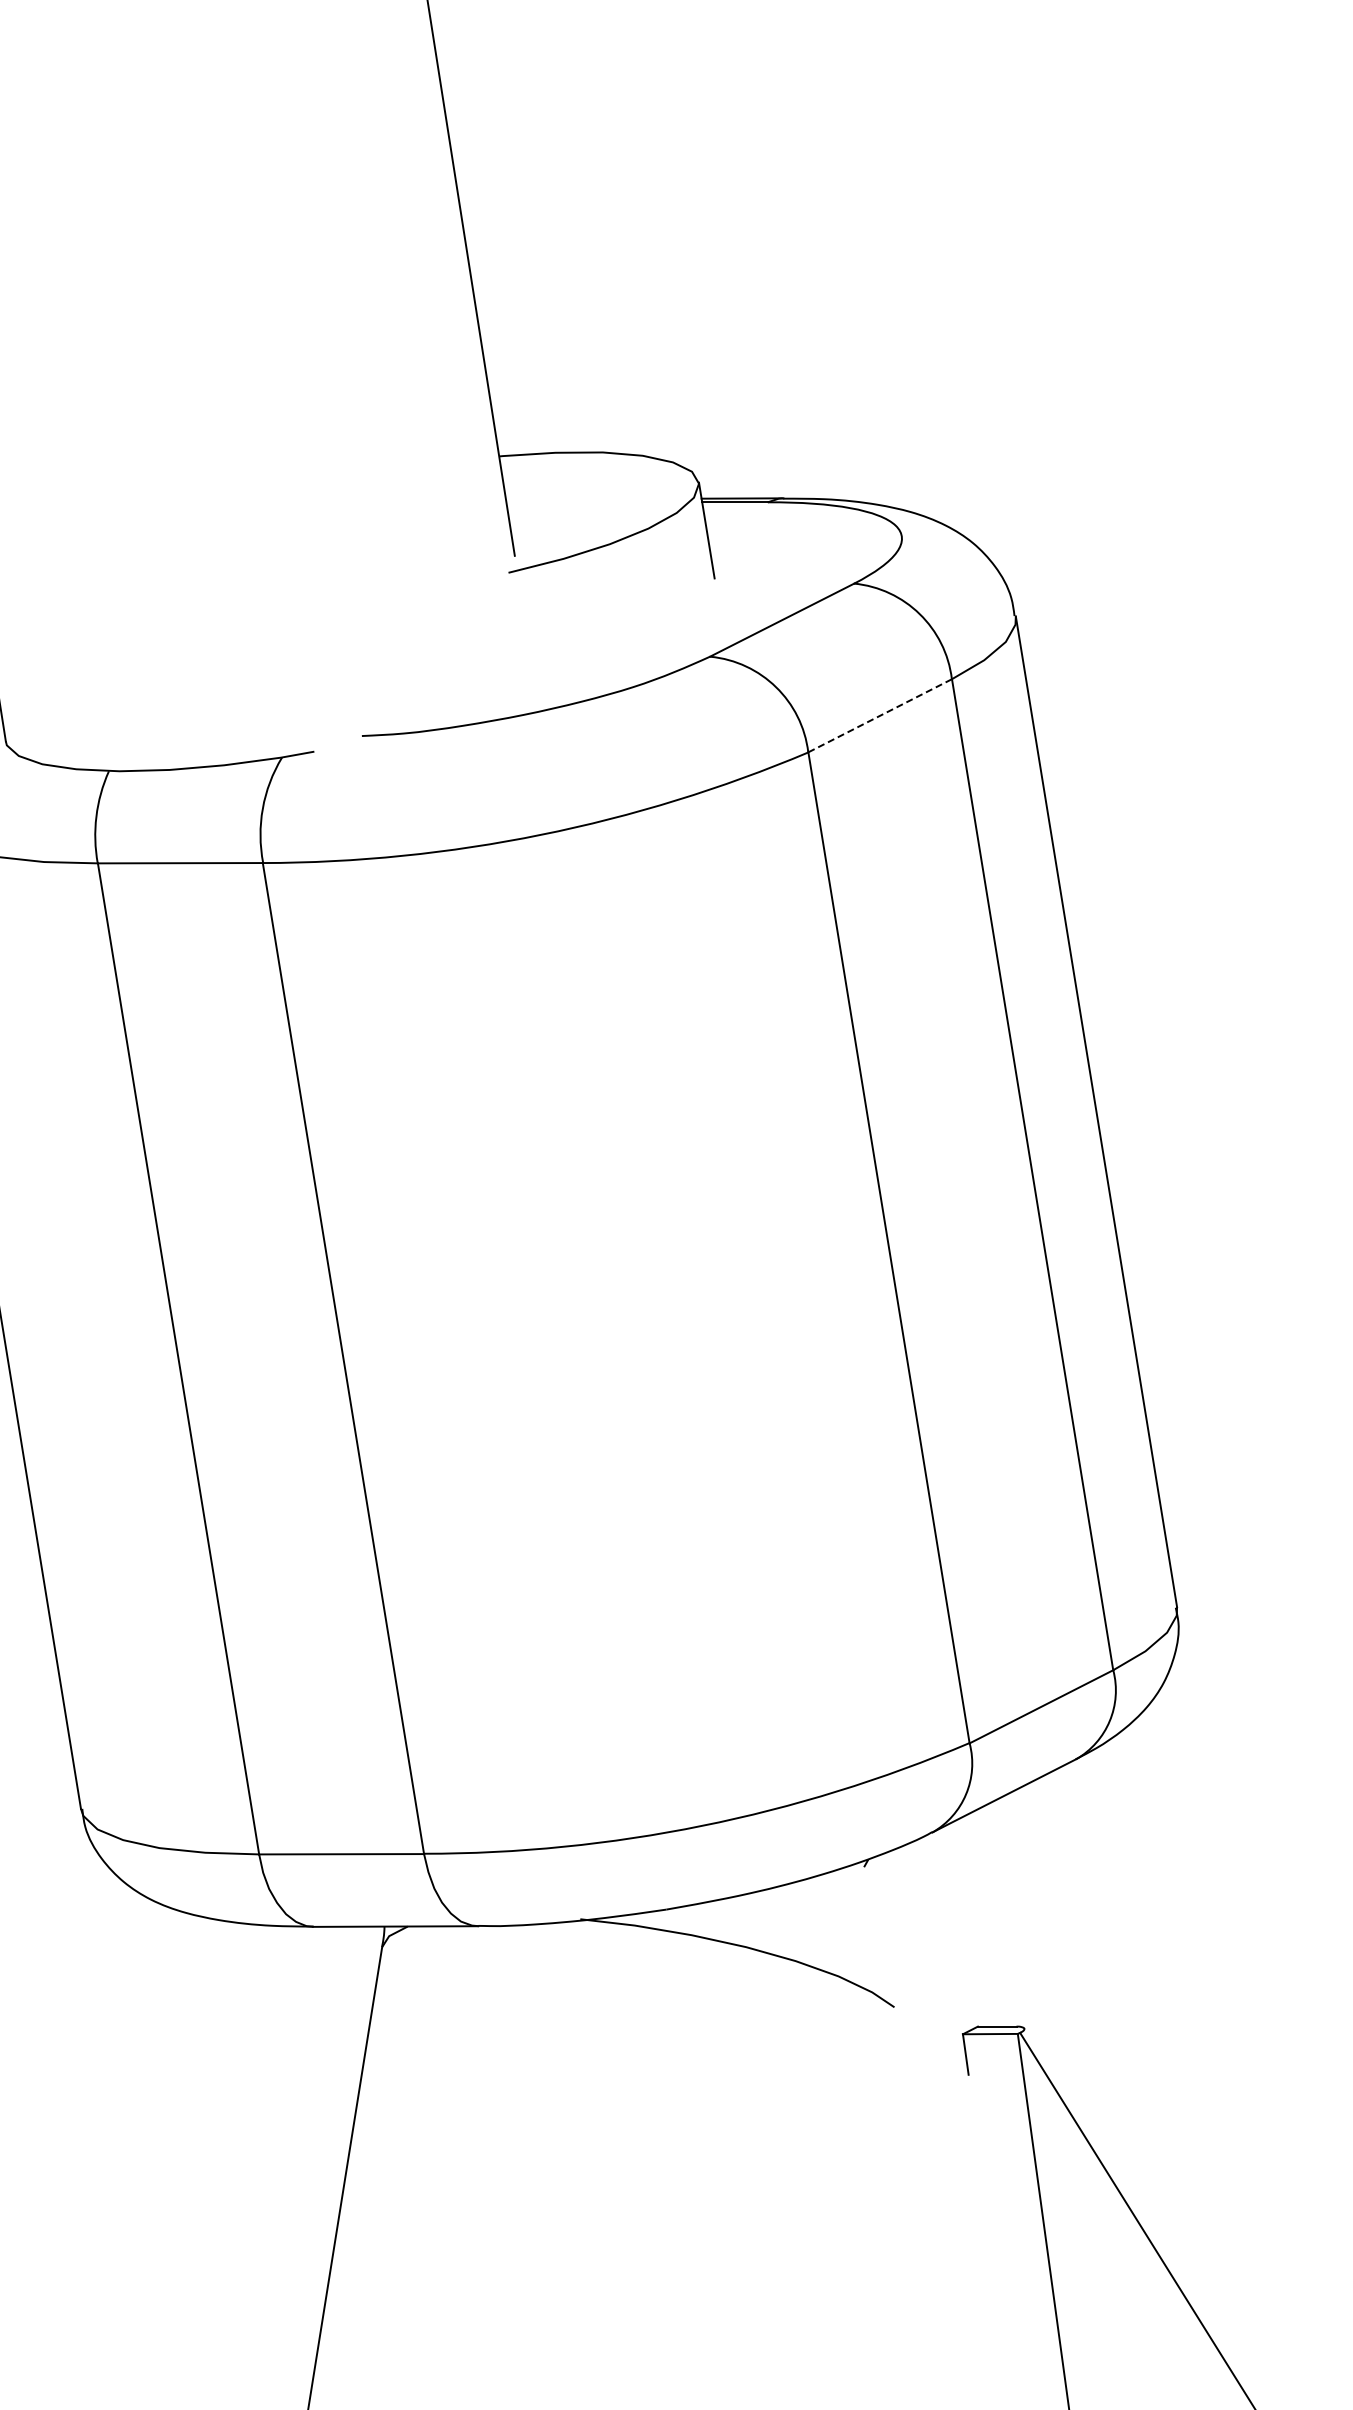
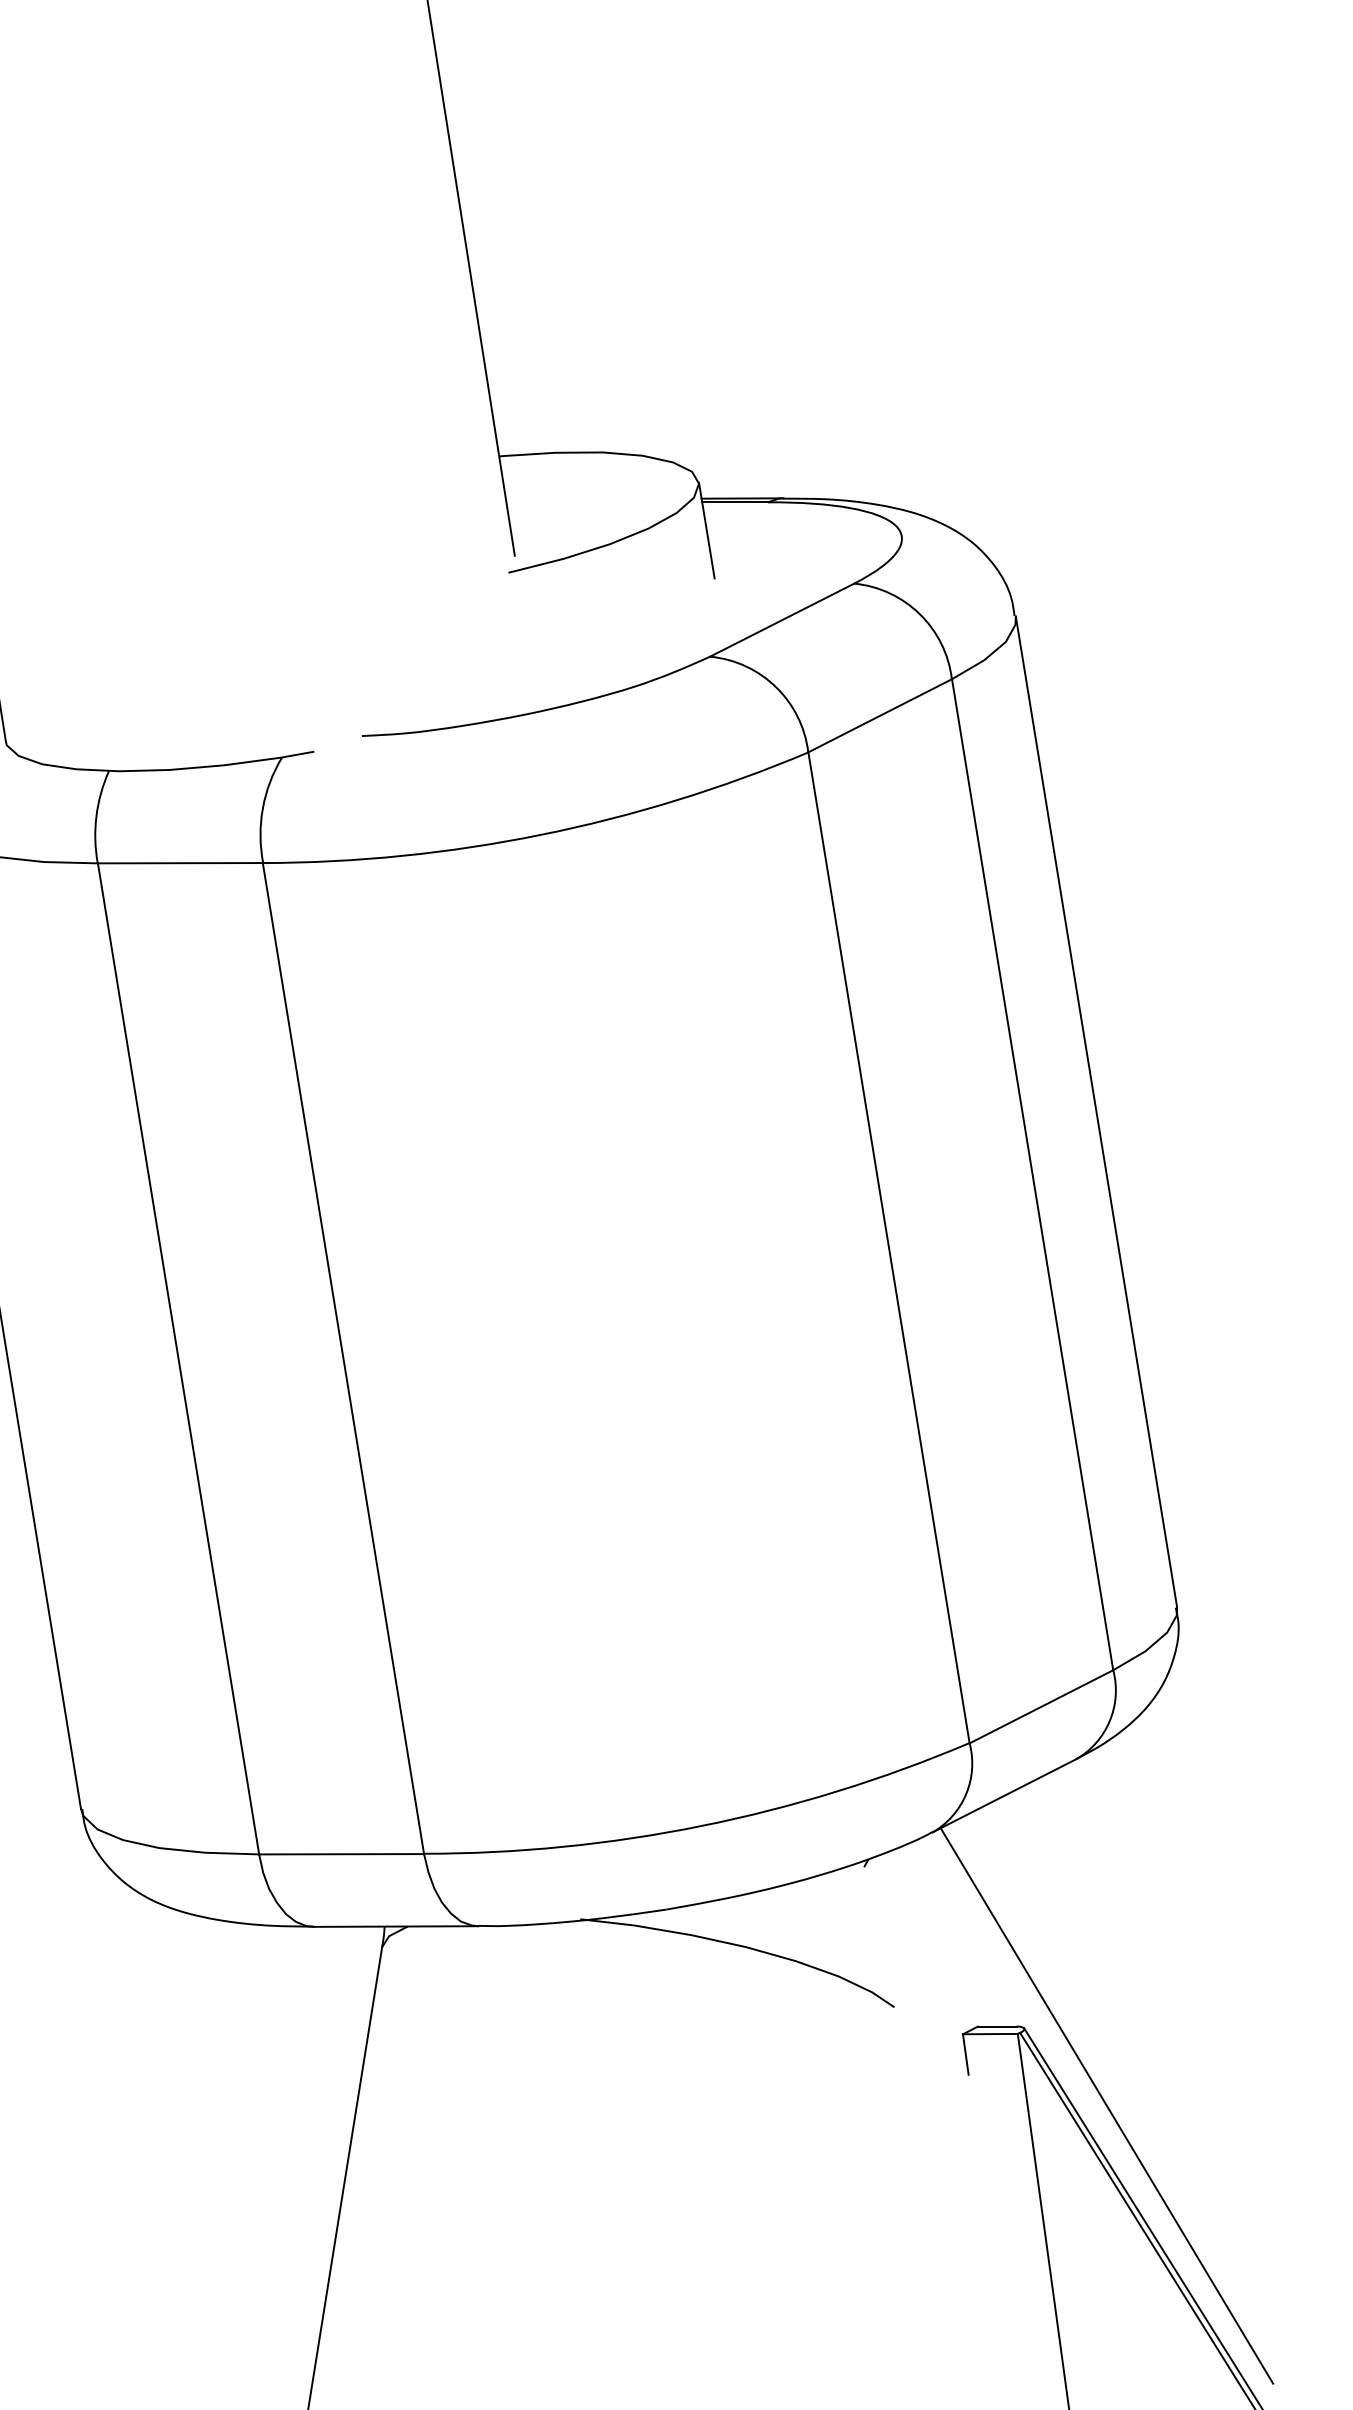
line at (880, 715): dashed -> solid
line at (1106, 2105): none -> present
line at (1142, 2217): none -> present
